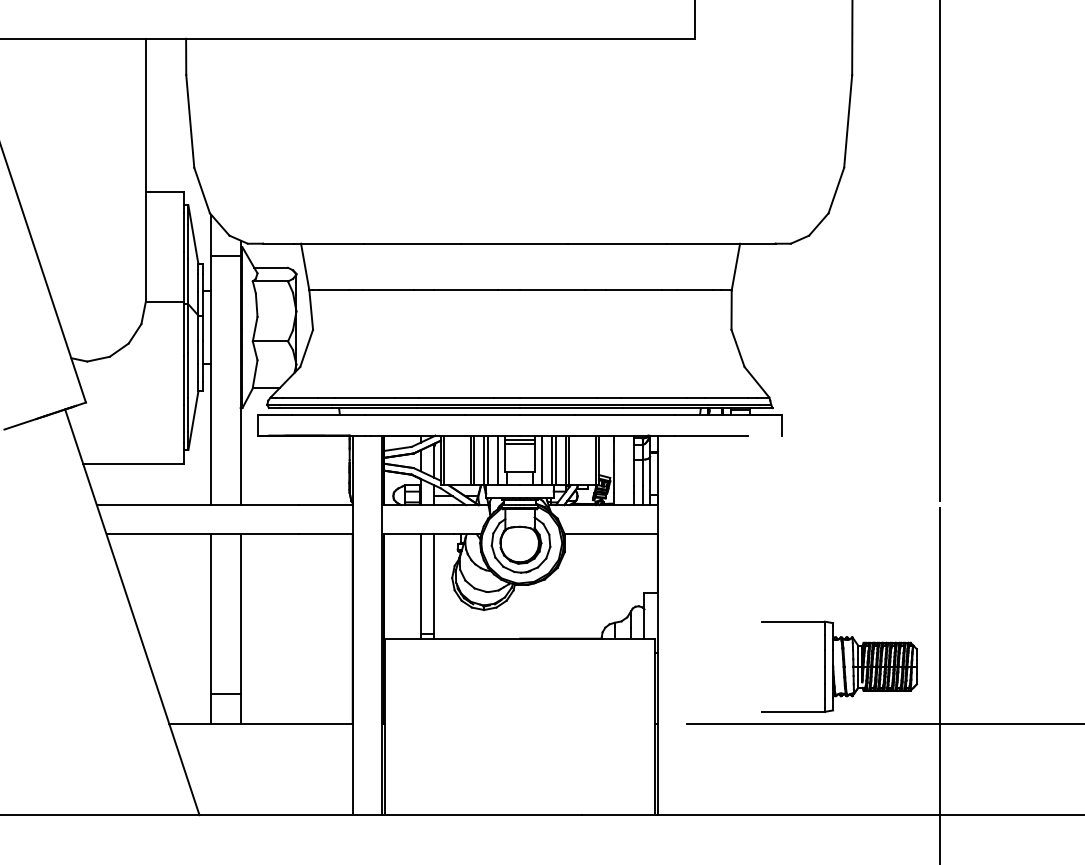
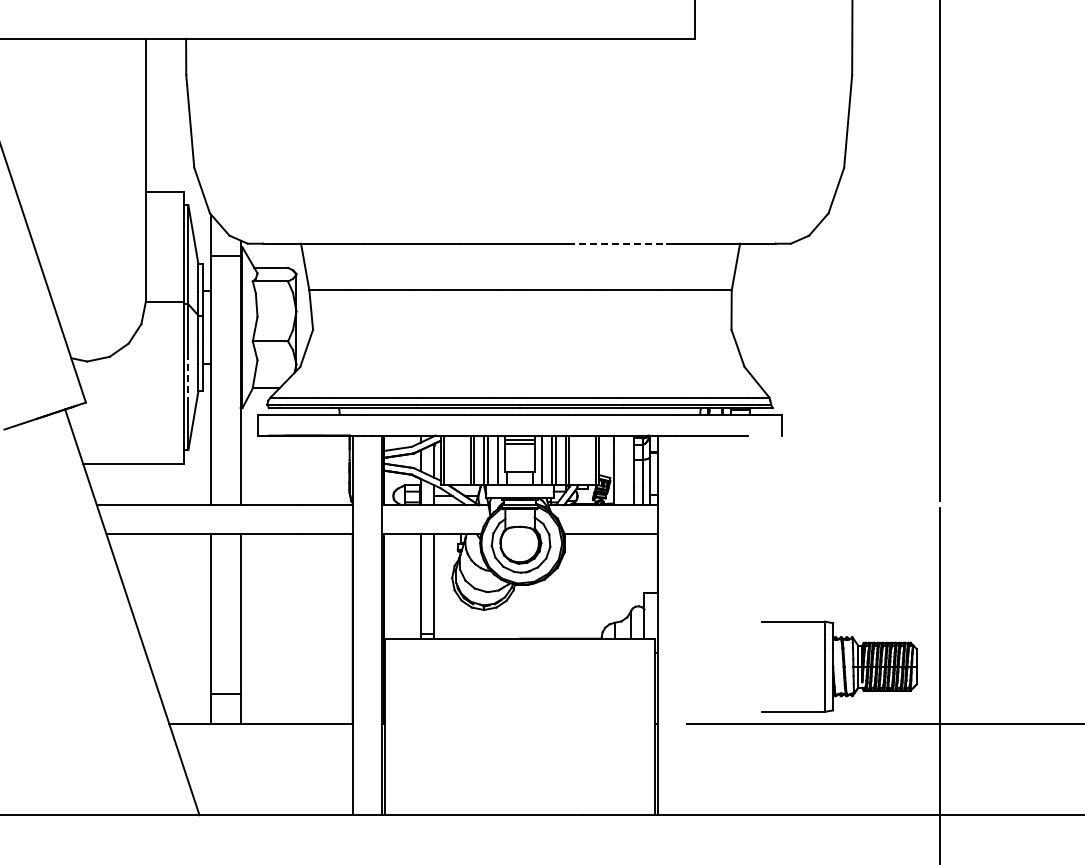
line at (617, 243): solid -> dashed
line at (188, 375): solid -> dashed
